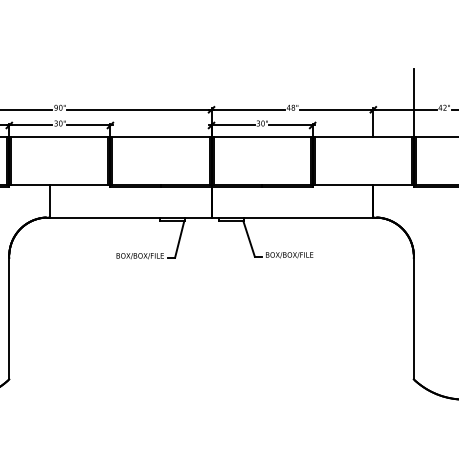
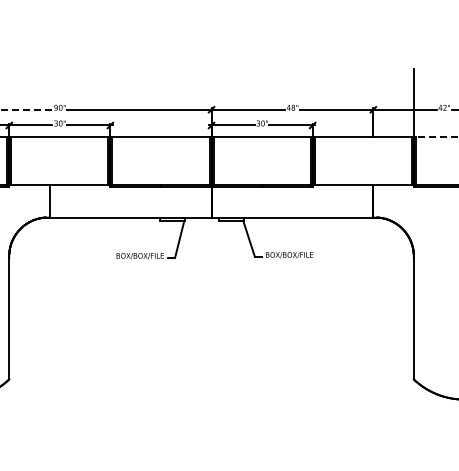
line at (26, 109): solid -> dashed
line at (436, 136): solid -> dashed
